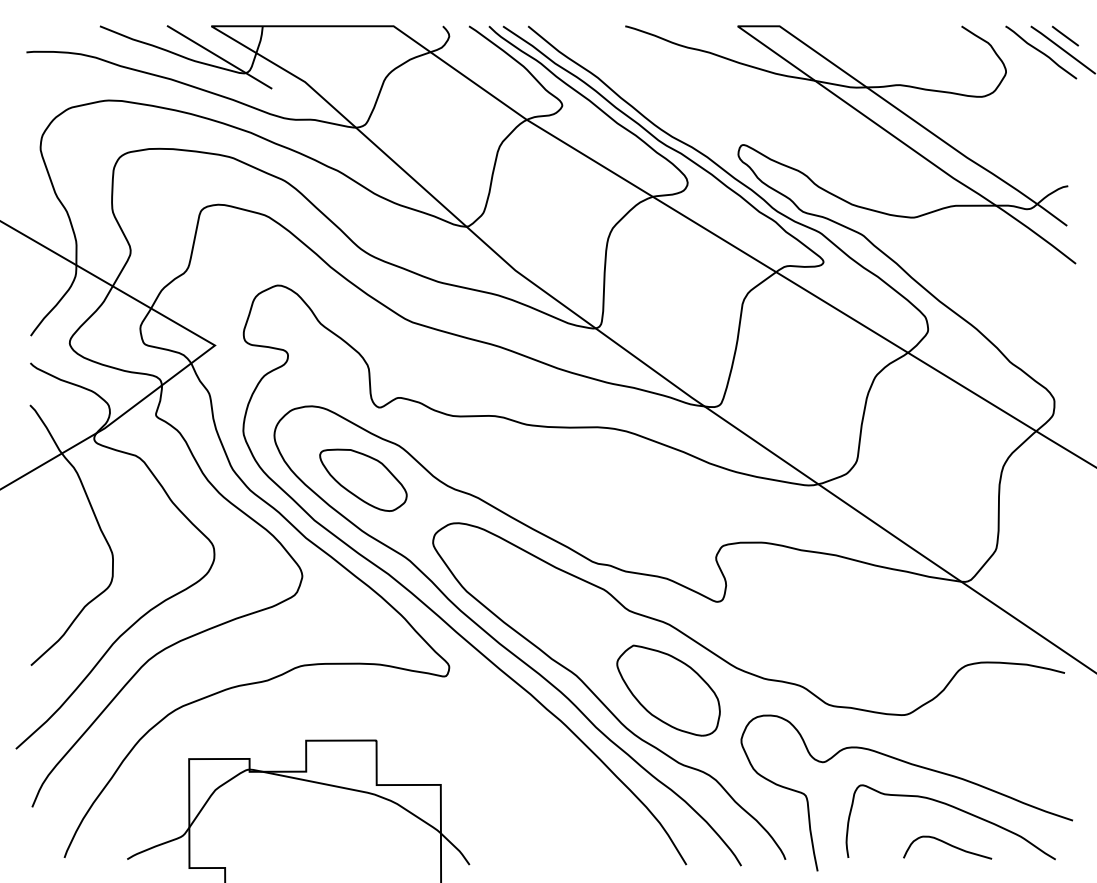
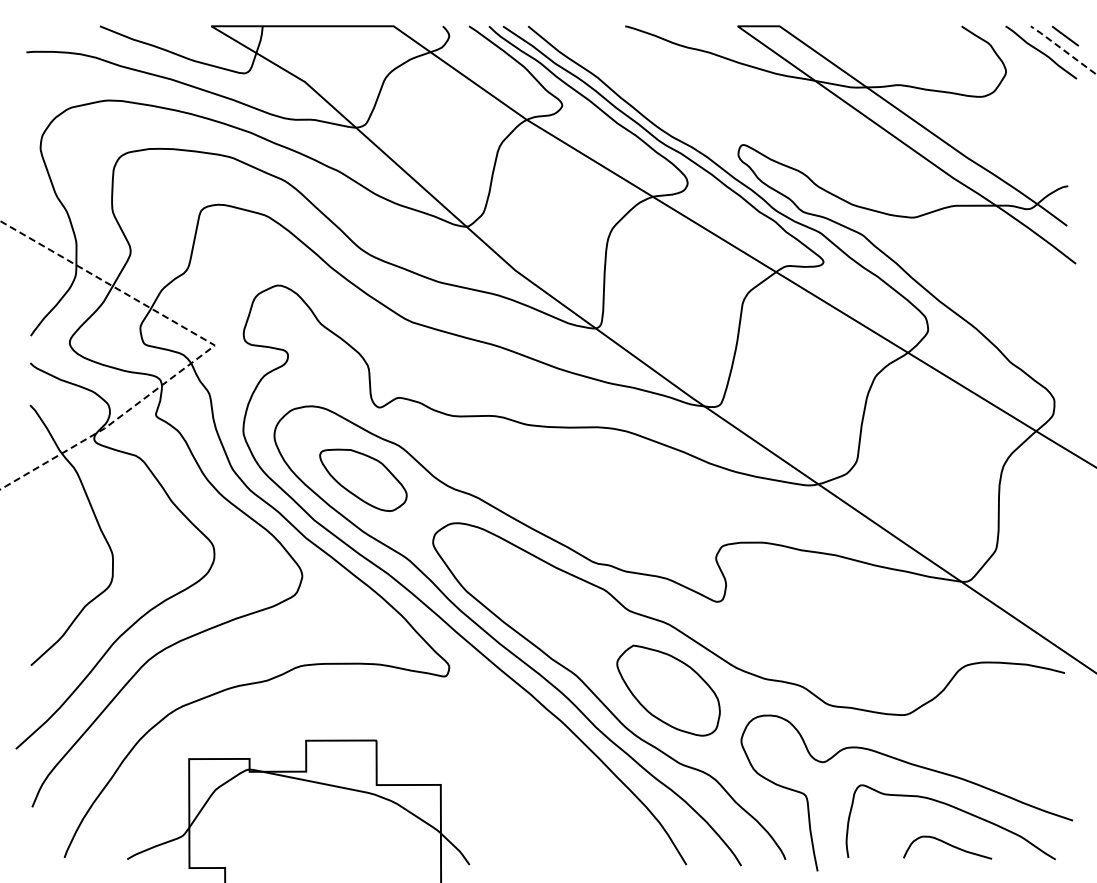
line at (1062, 49): solid -> dashed
line at (219, 57): present -> none
line at (210, 349): solid -> dashed
